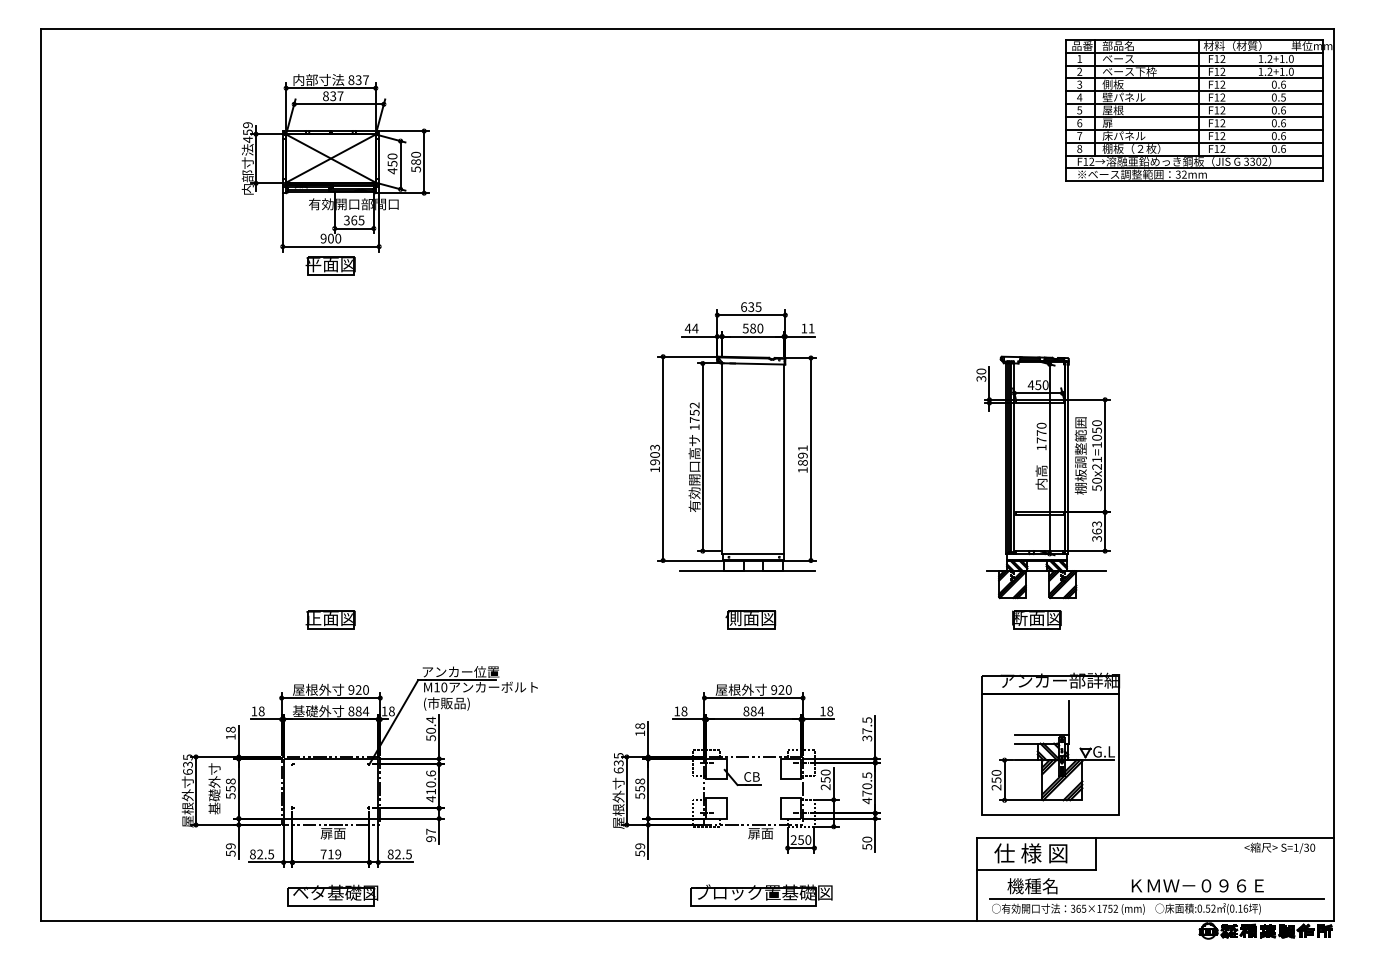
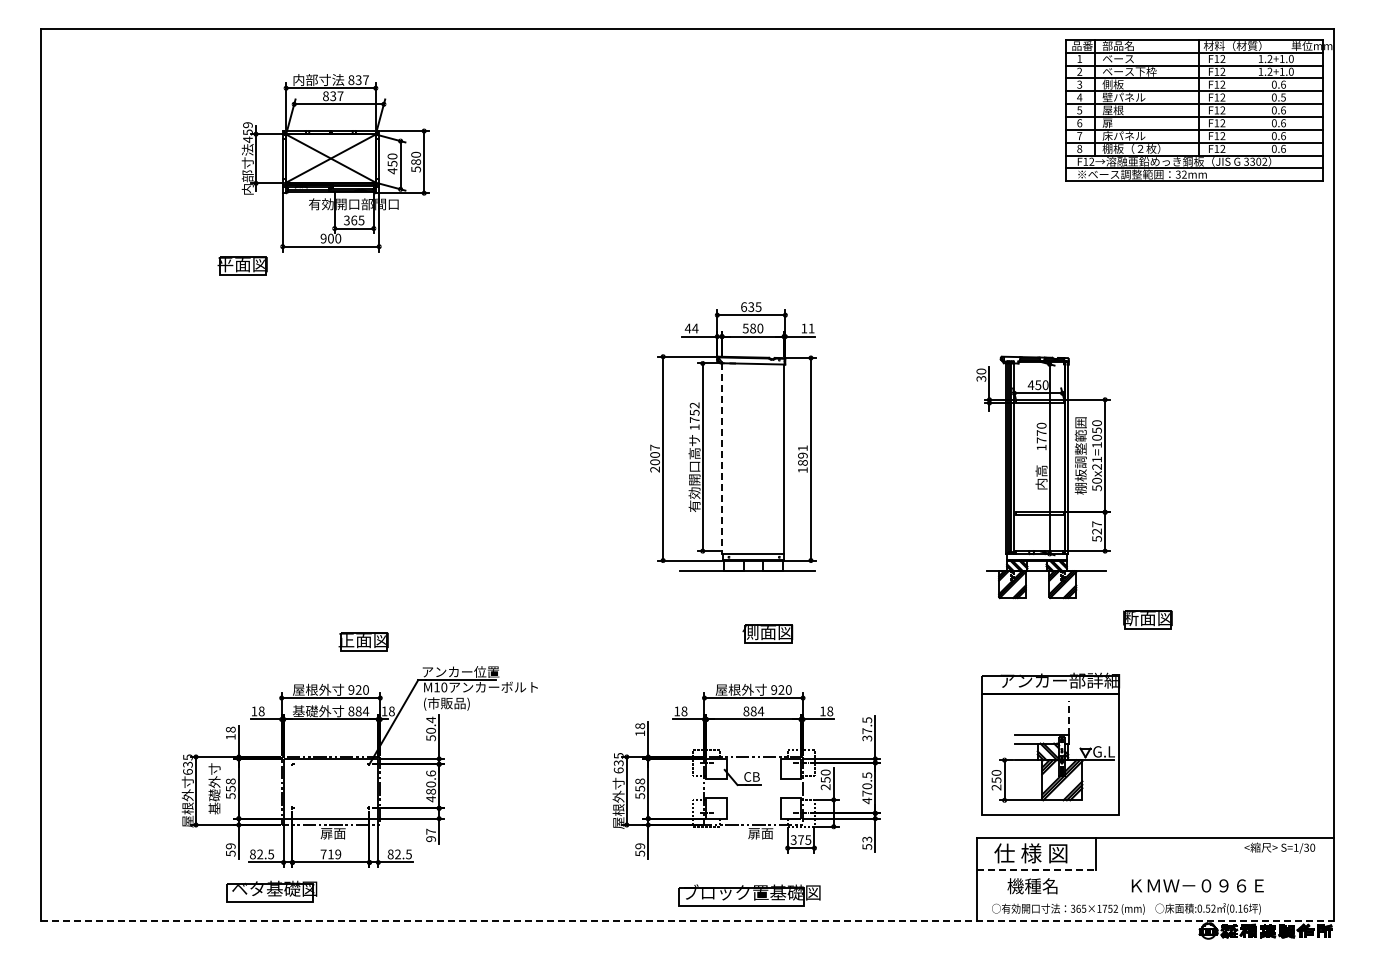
part at (330, 265) position: (330, 265) -> (242, 265)
text at (654, 458): 1903 -> 2007
line at (722, 458): solid -> dashed
text at (1096, 531): 363 -> 527
part at (330, 619) position: (330, 619) -> (363, 641)
part at (750, 619) position: (750, 619) -> (767, 633)
part at (1036, 619) position: (1036, 619) -> (1147, 619)
line at (1069, 717): solid -> dashed
text at (431, 791): 410.6 -> 480.6
text at (800, 839): 250 -> 375
text at (867, 839): 50 -> 53
line at (1036, 869): solid -> dashed
part at (332, 895) position: (332, 895) -> (271, 891)
part at (761, 895) position: (761, 895) -> (749, 895)
line at (1156, 899): present -> none
line at (687, 921): solid -> dashed
